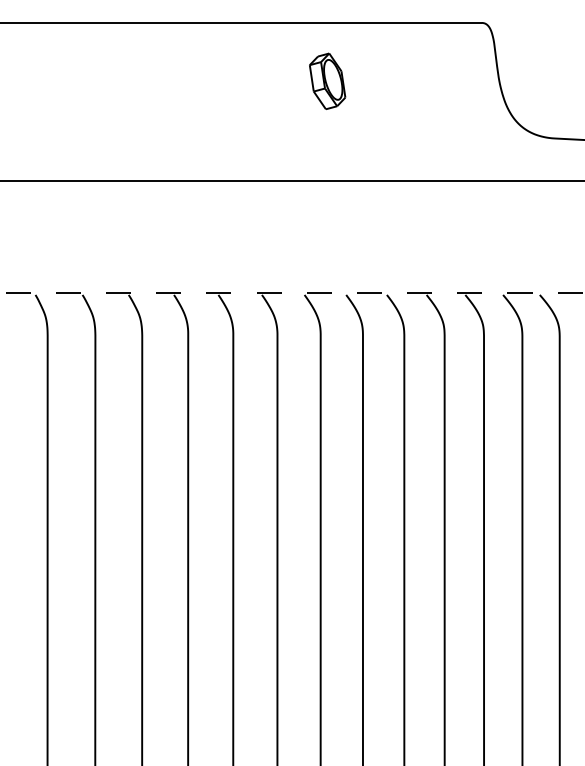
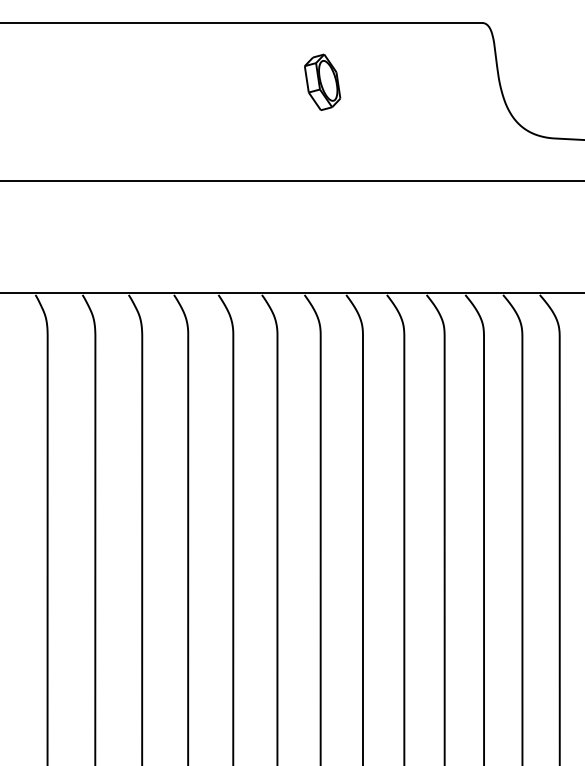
part at (327, 80) position: (327, 80) -> (322, 81)
line at (293, 292): dashed -> solid
